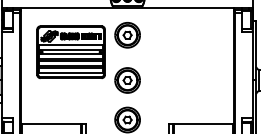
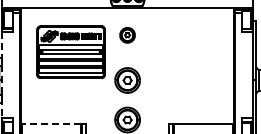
part at (127, 35) size: 27x27 px -> 17x17 px
line at (2, 75): solid -> dashed
line at (51, 124): solid -> dashed
